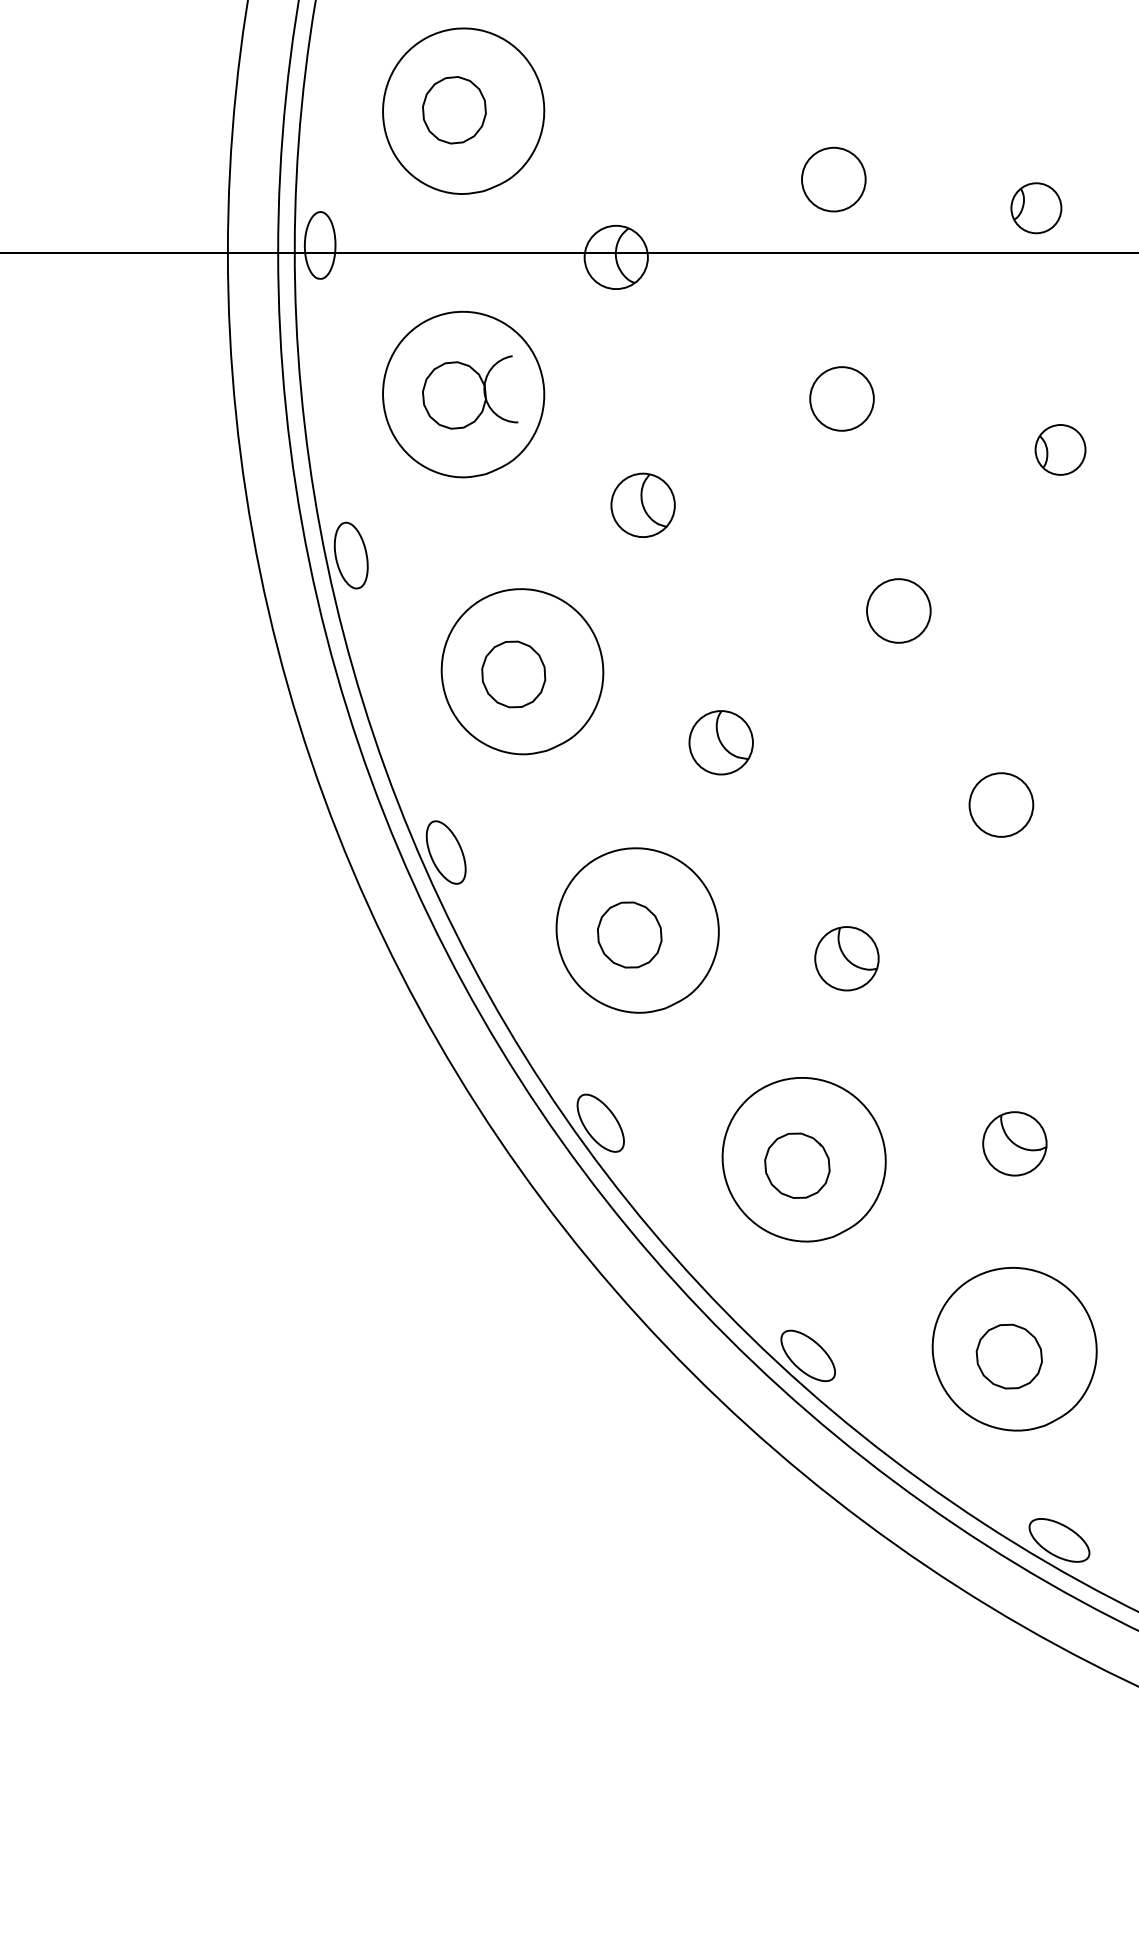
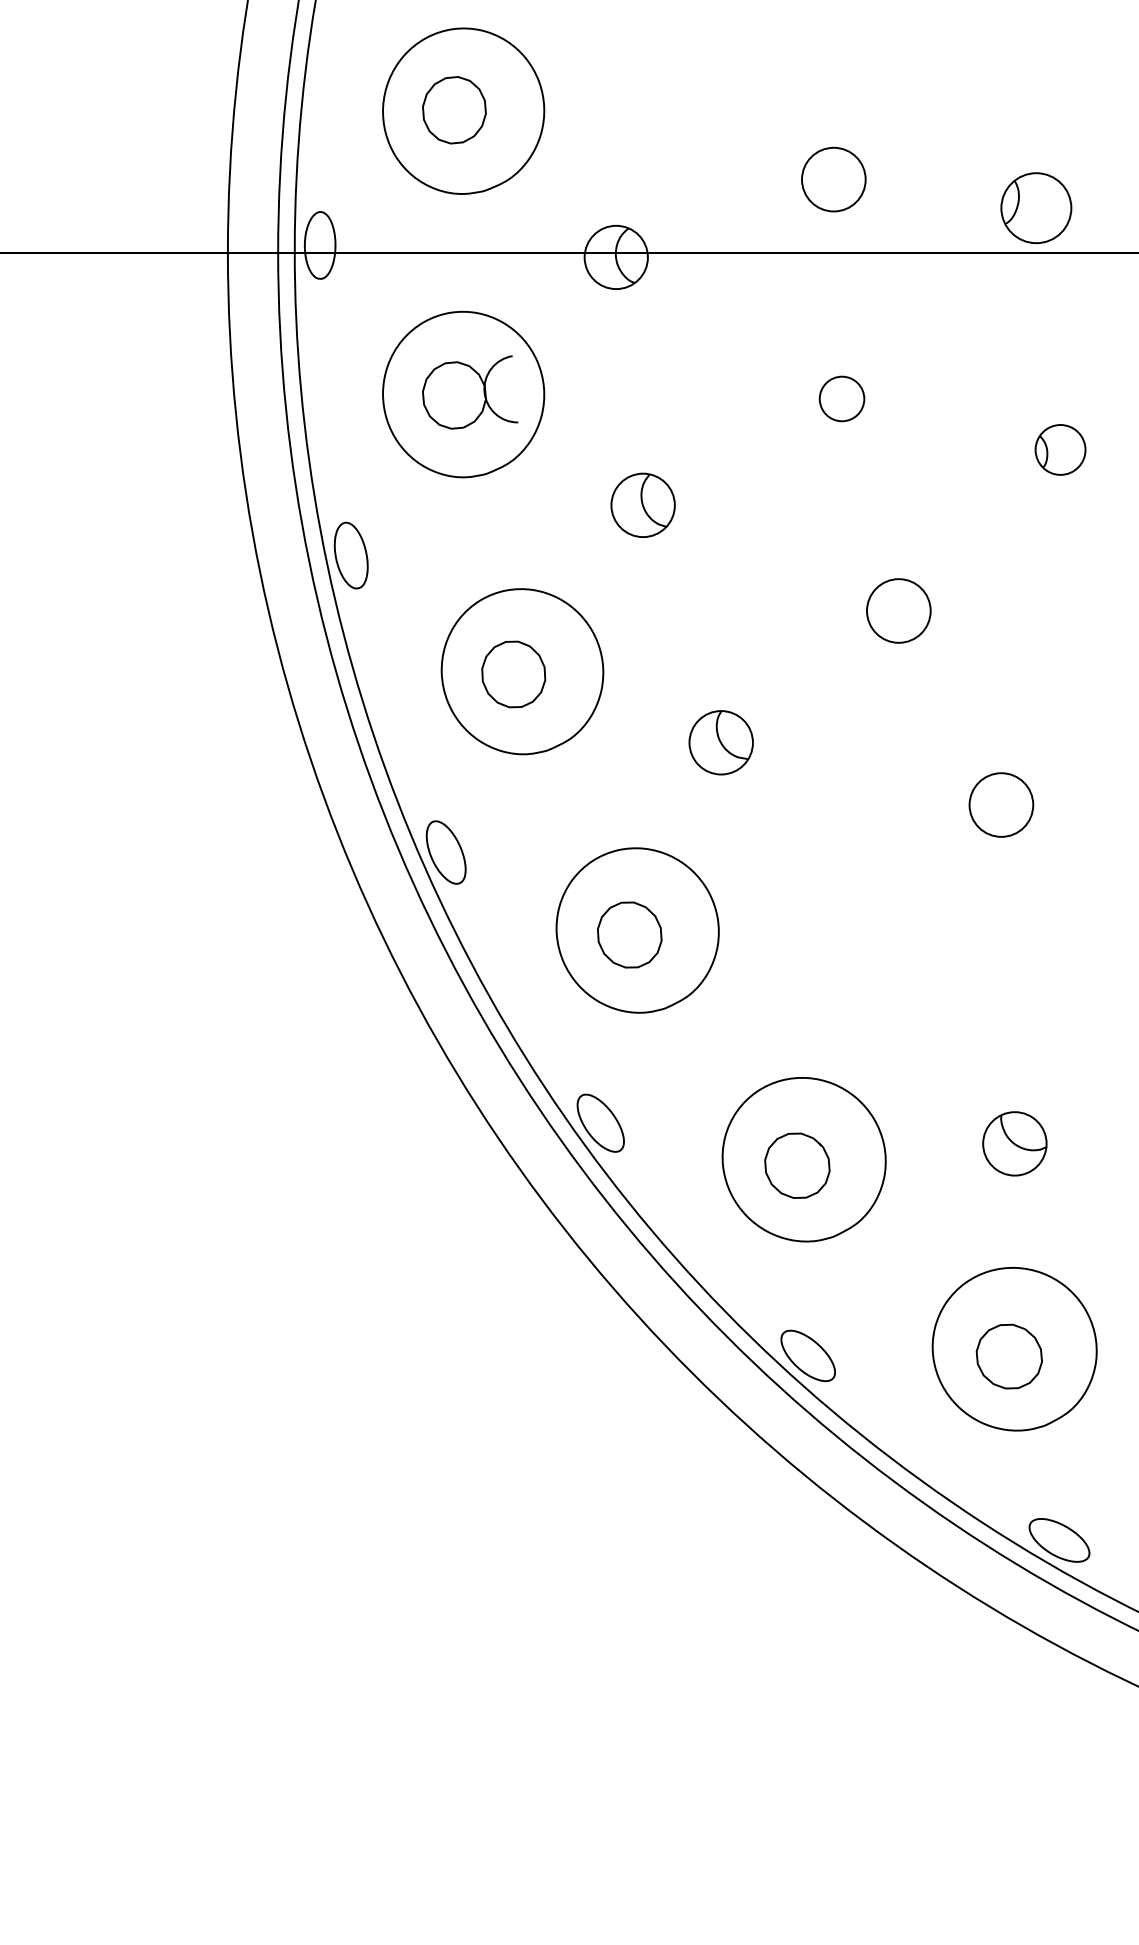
part at (1036, 208) size: 53x53 px -> 73x73 px
circle at (841, 398) diameter: 64 px -> 45 px
part at (846, 958): present -> none
